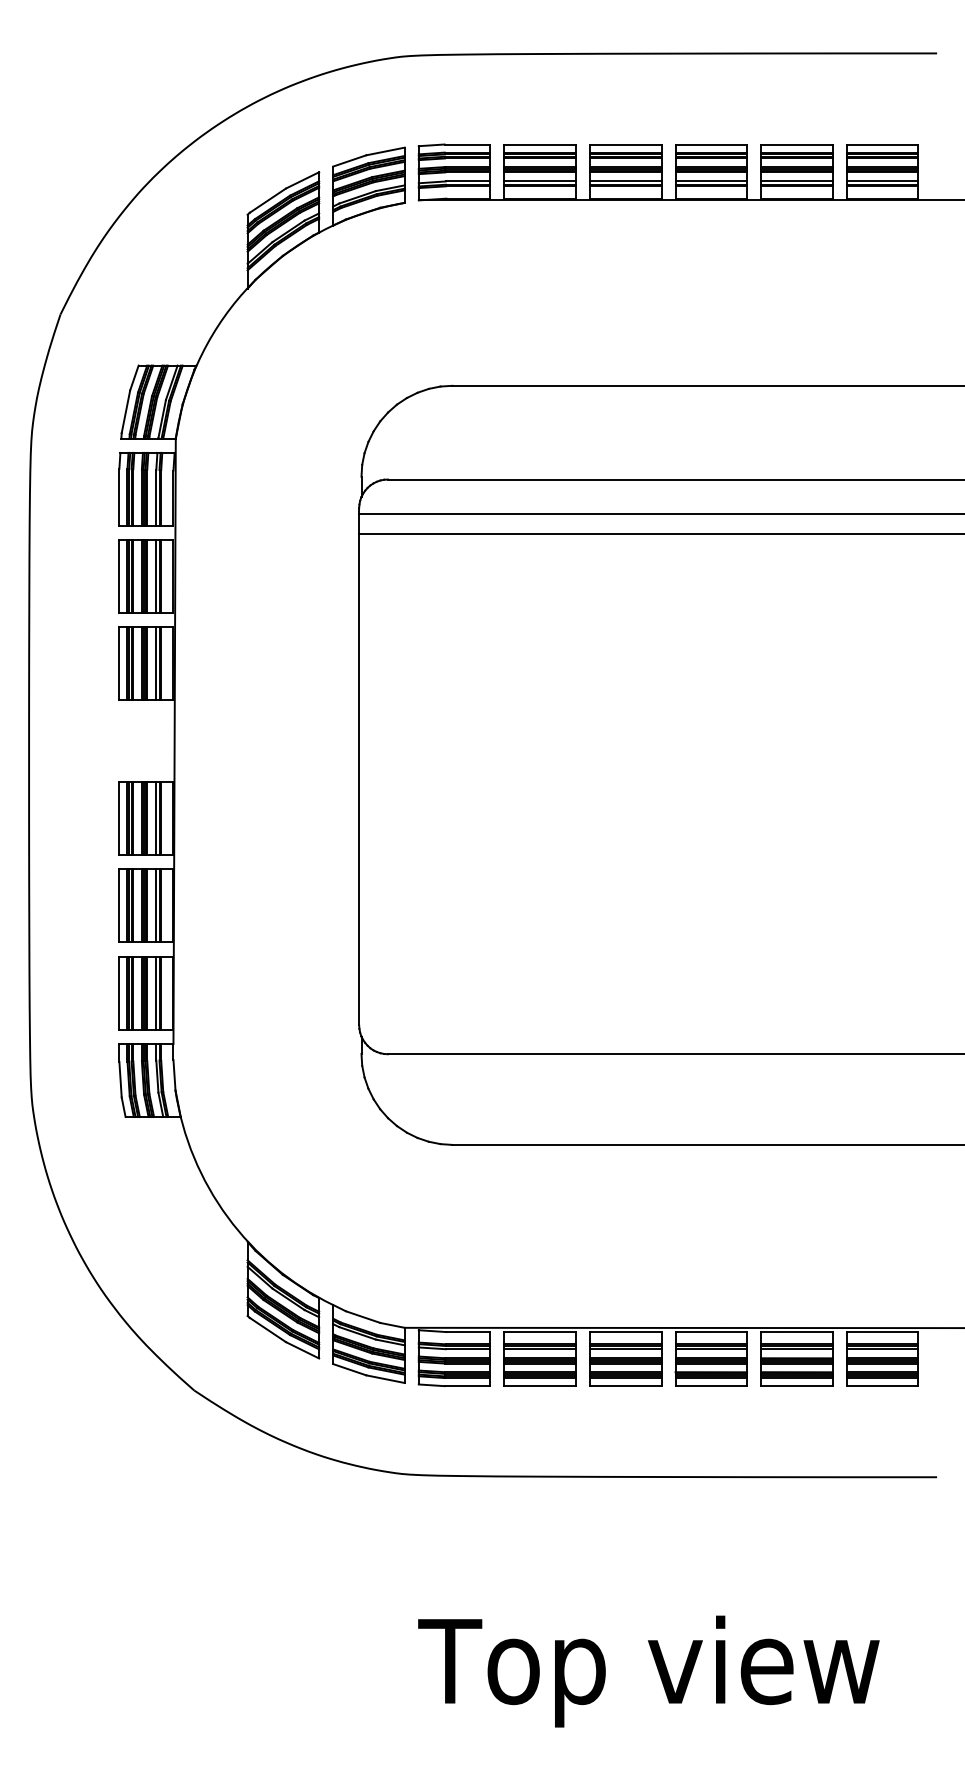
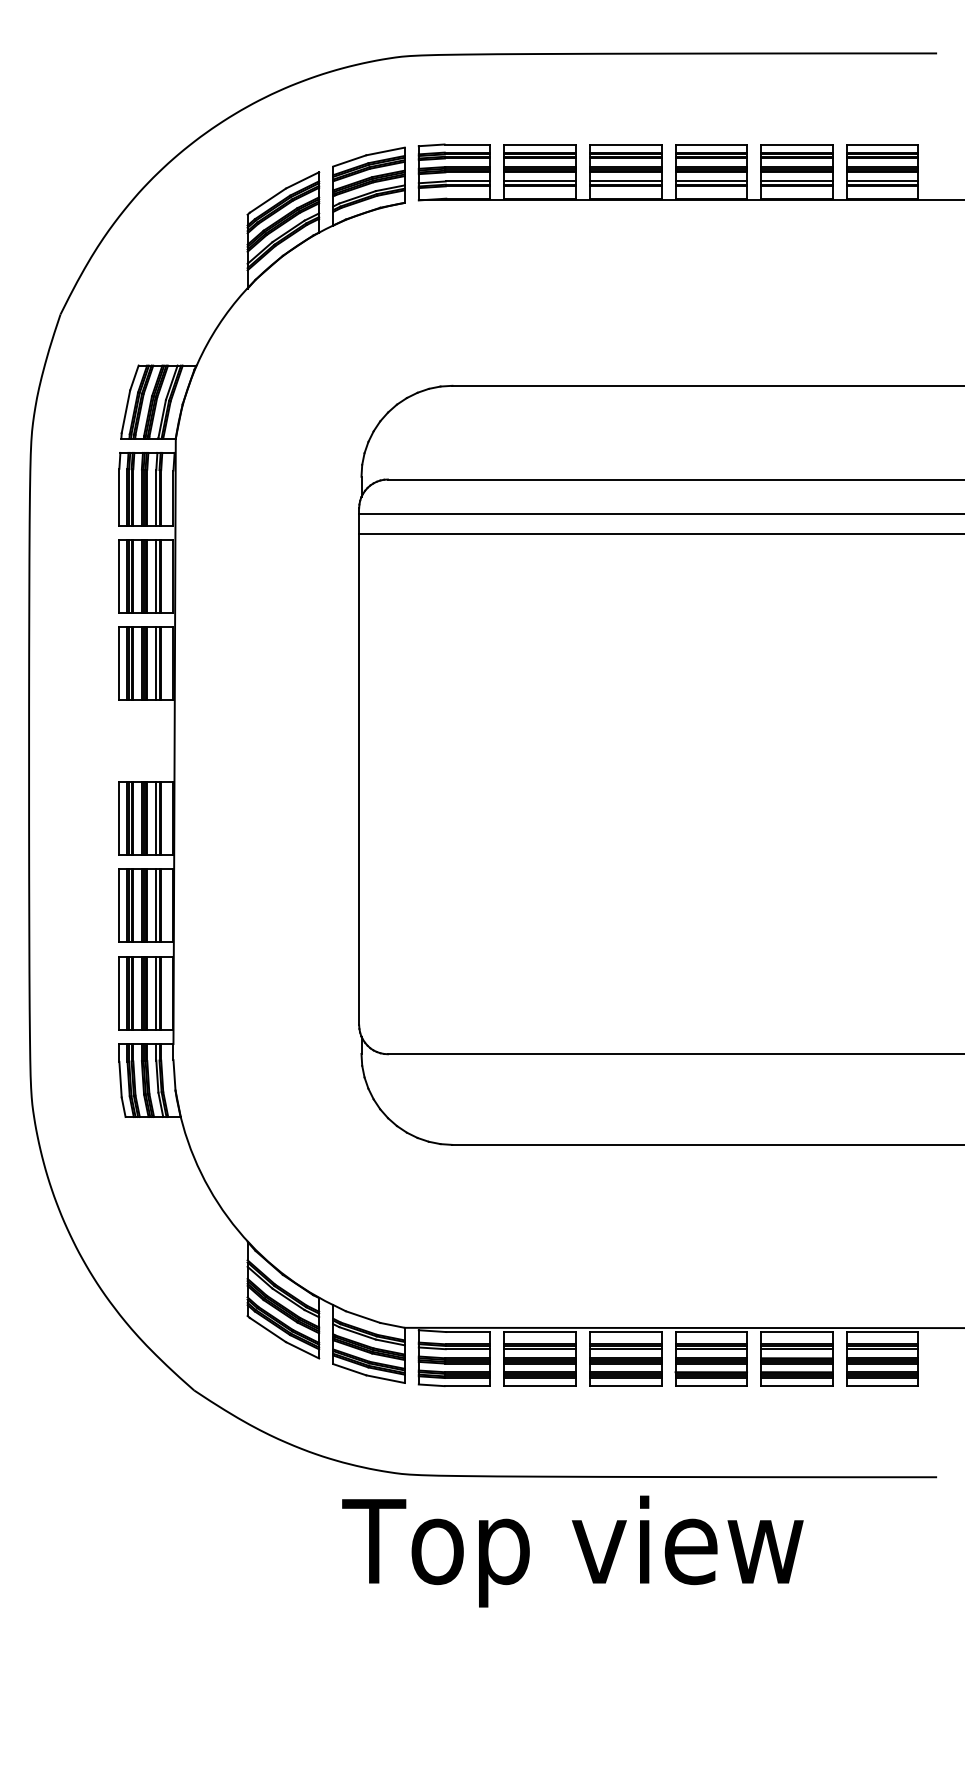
text at (648, 1671) position: (648, 1671) -> (572, 1551)
